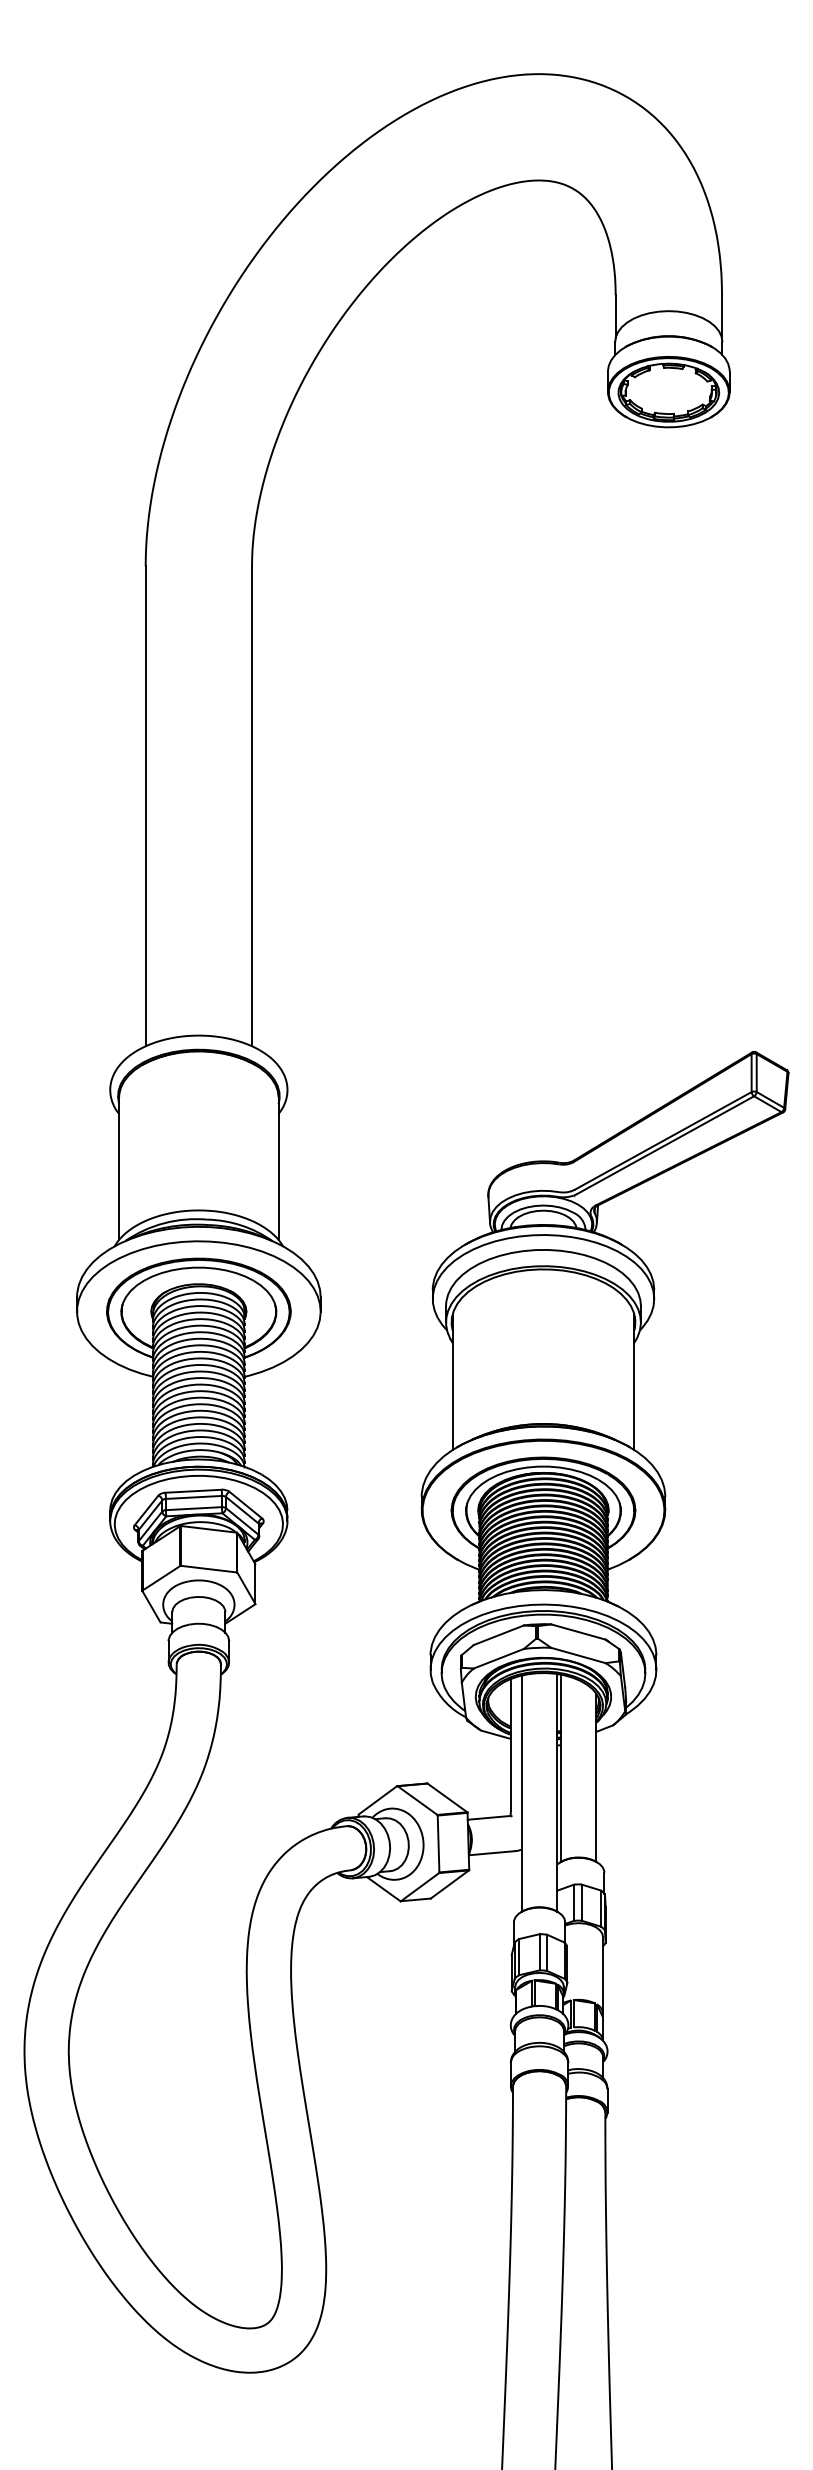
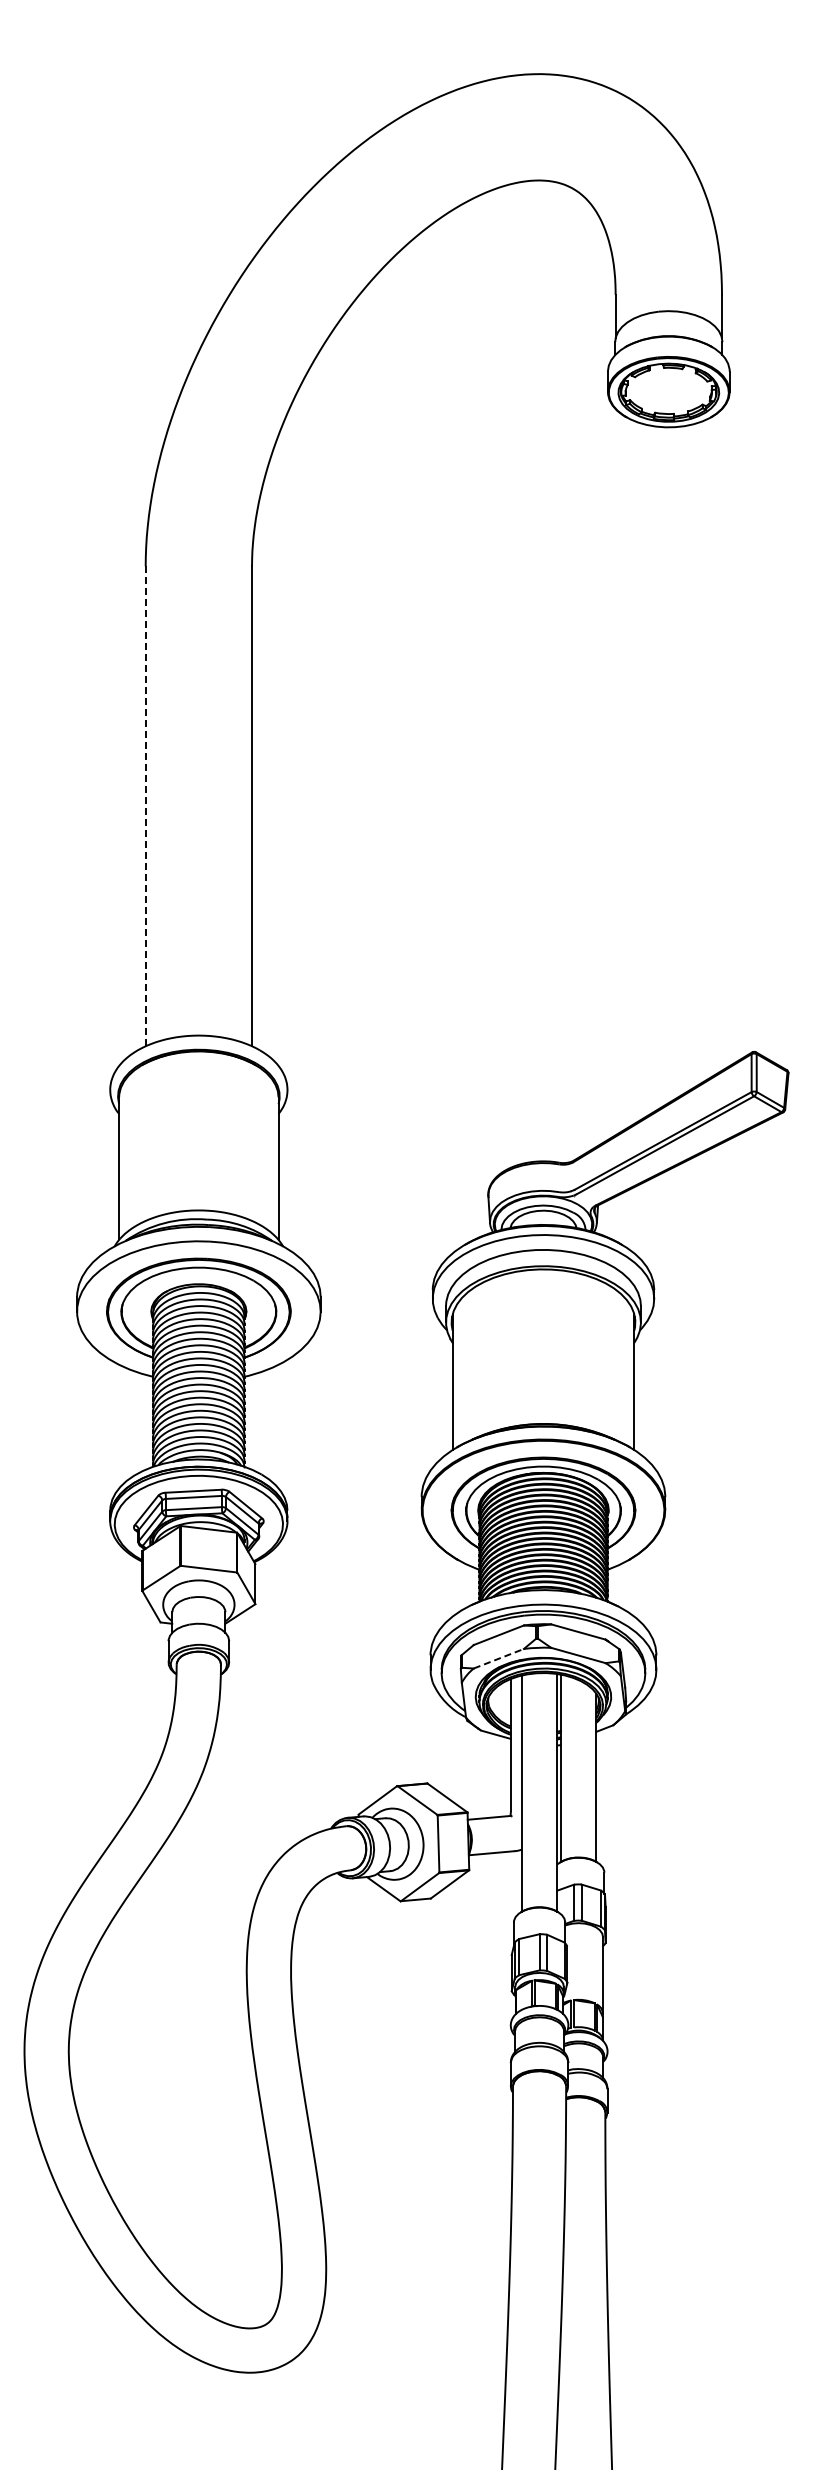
line at (145, 806): solid -> dashed
line at (498, 1658): solid -> dashed
